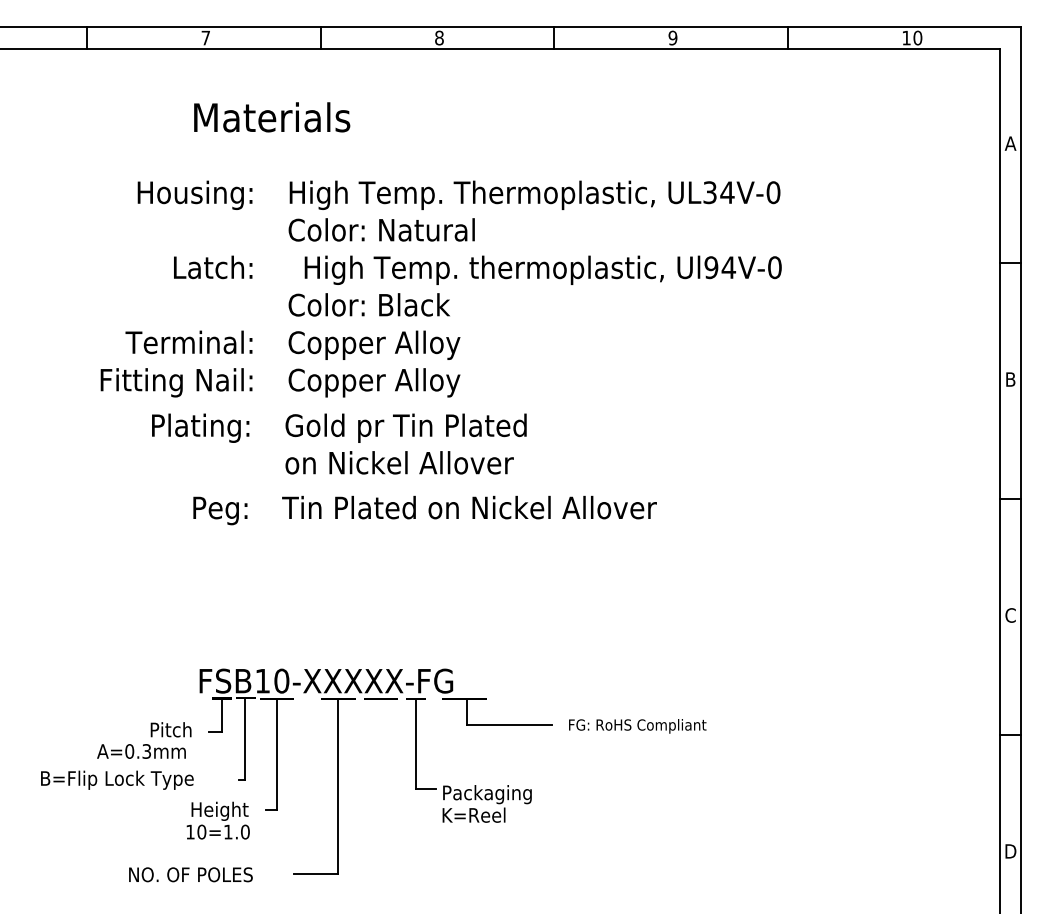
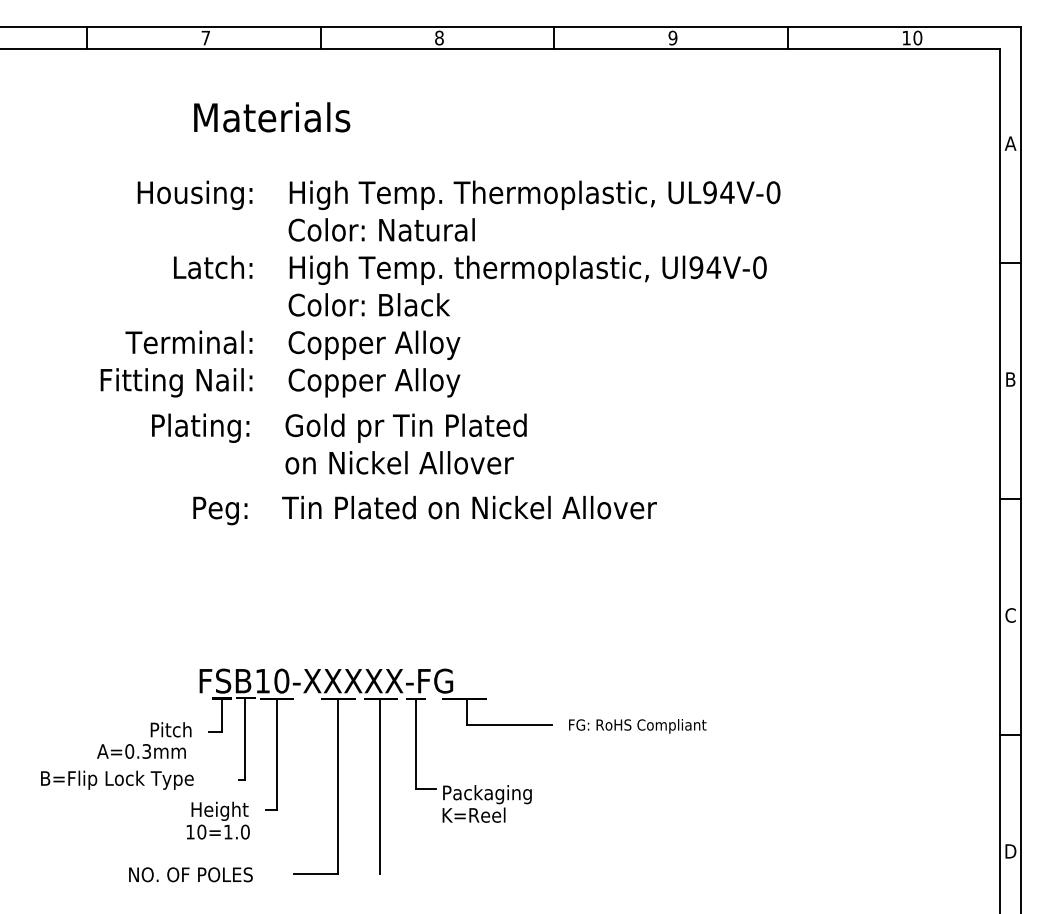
text at (709, 192): UL34V-0 -> UL94V-0
text at (542, 269) position: (542, 269) -> (527, 269)
line at (380, 785): none -> present
